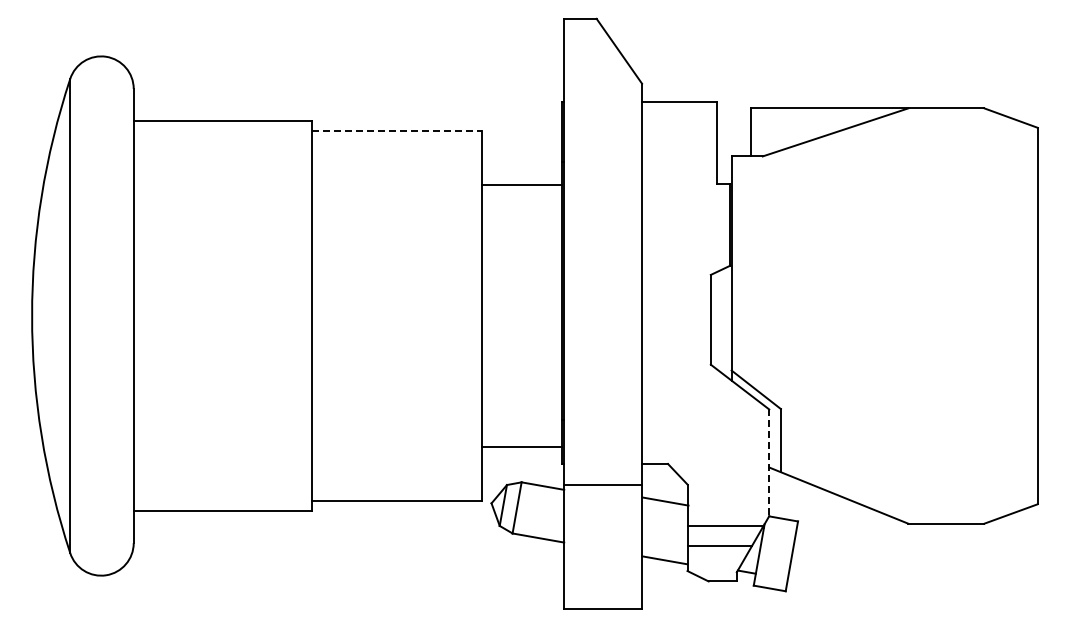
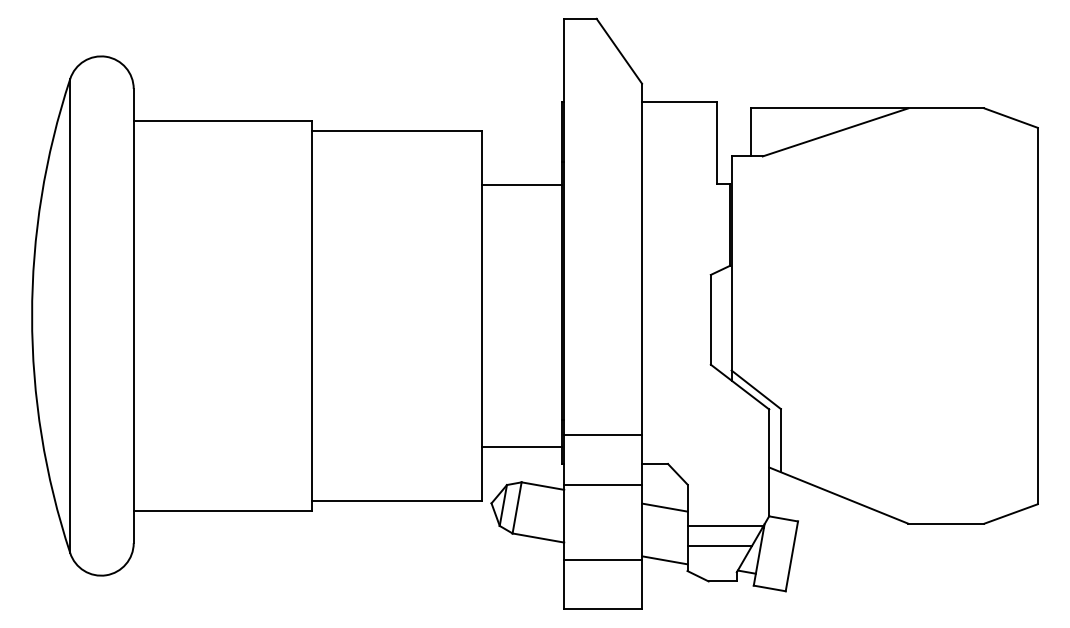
line at (397, 131): dashed -> solid
line at (603, 435): none -> present
line at (769, 463): dashed -> solid
line at (665, 501) position: (665, 501) -> (664, 507)
line at (603, 559): none -> present
